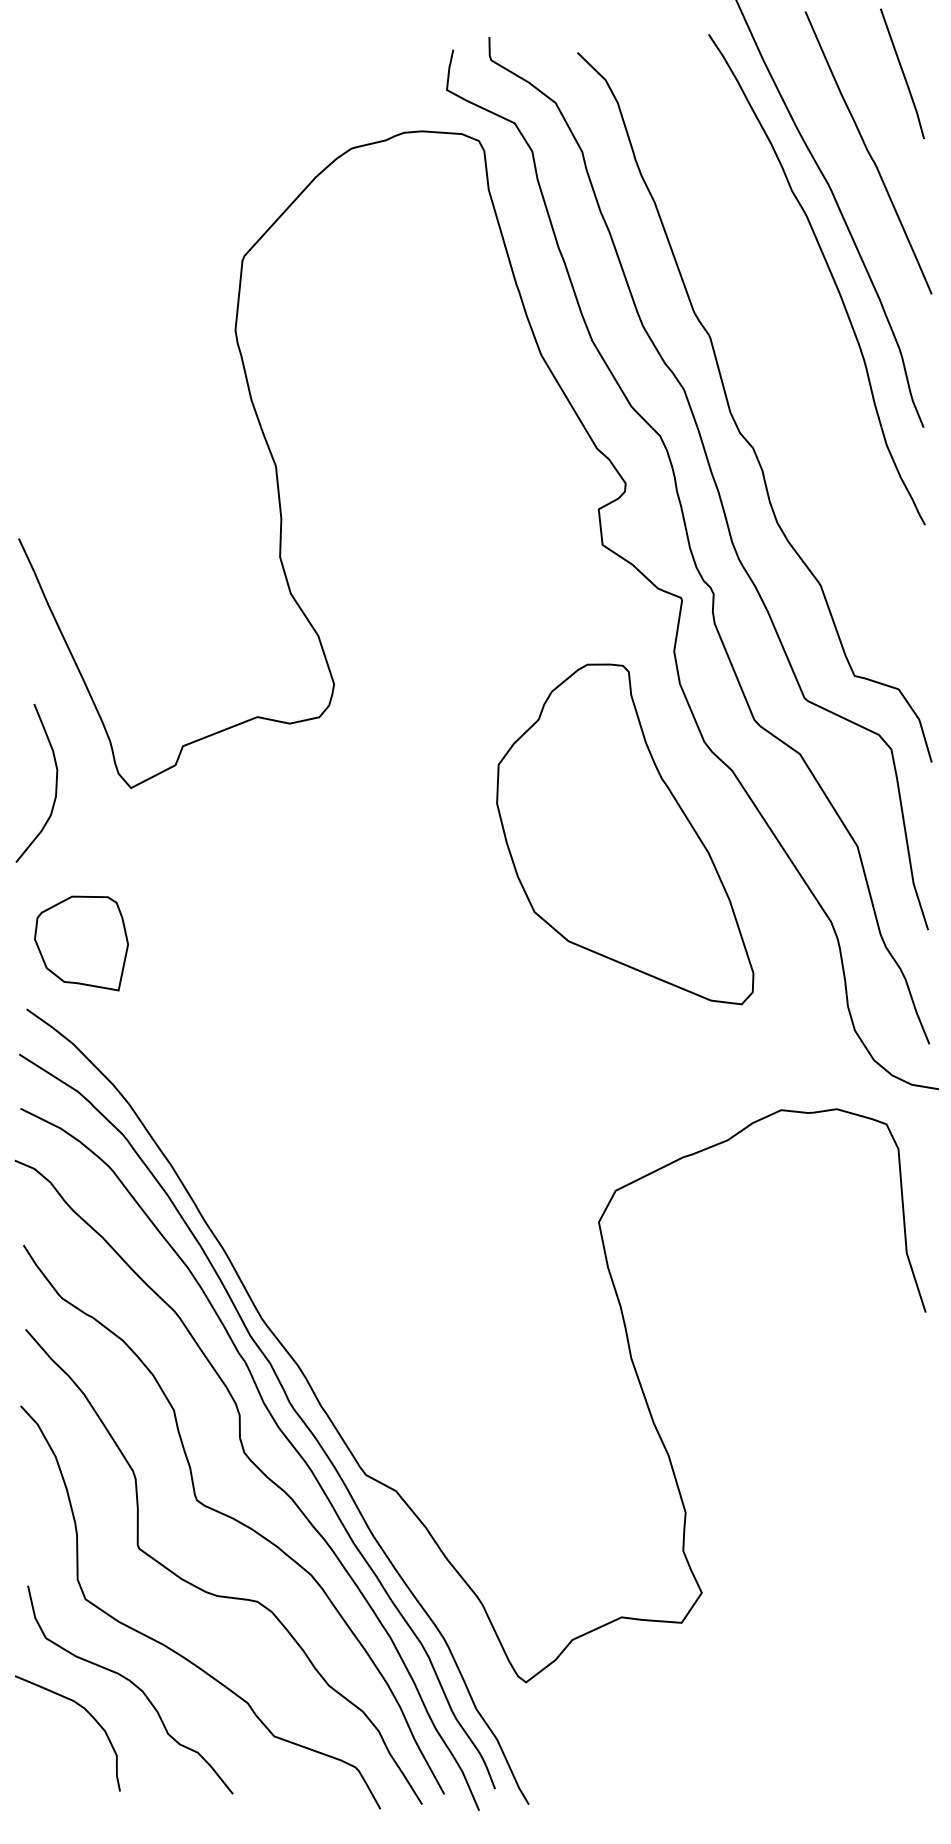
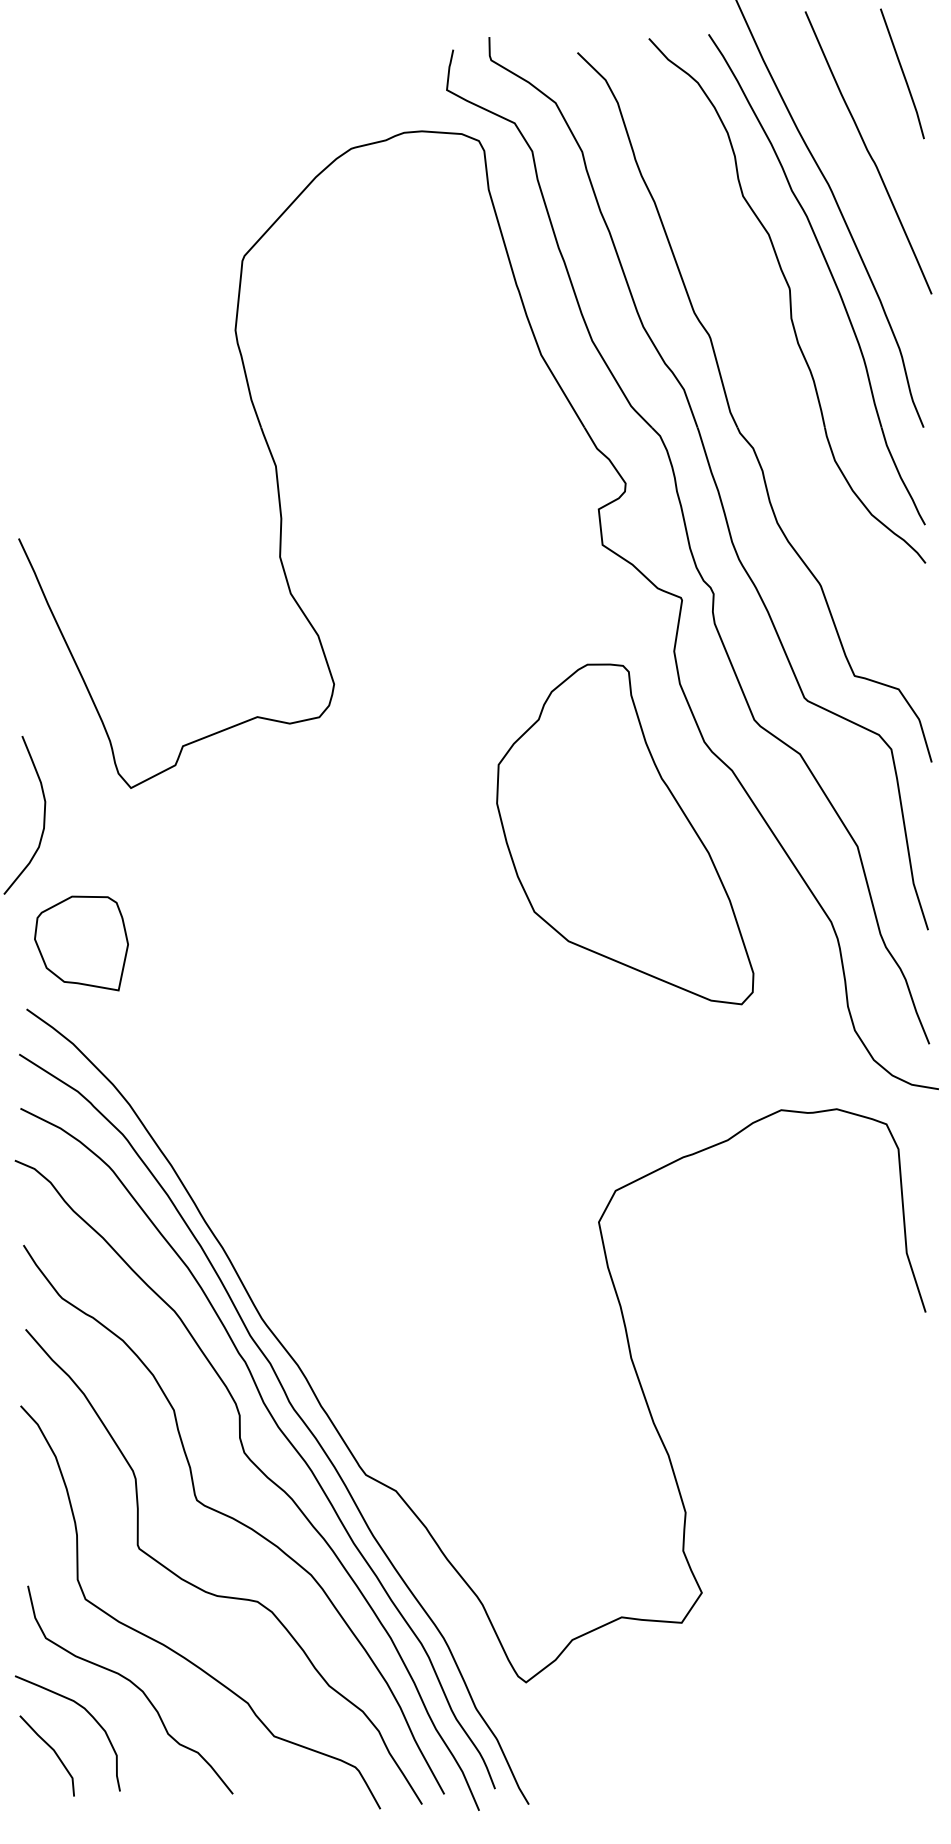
part at (787, 300): none -> present
curve at (55, 783) position: (55, 783) -> (43, 815)
curve at (51, 1749): none -> present
